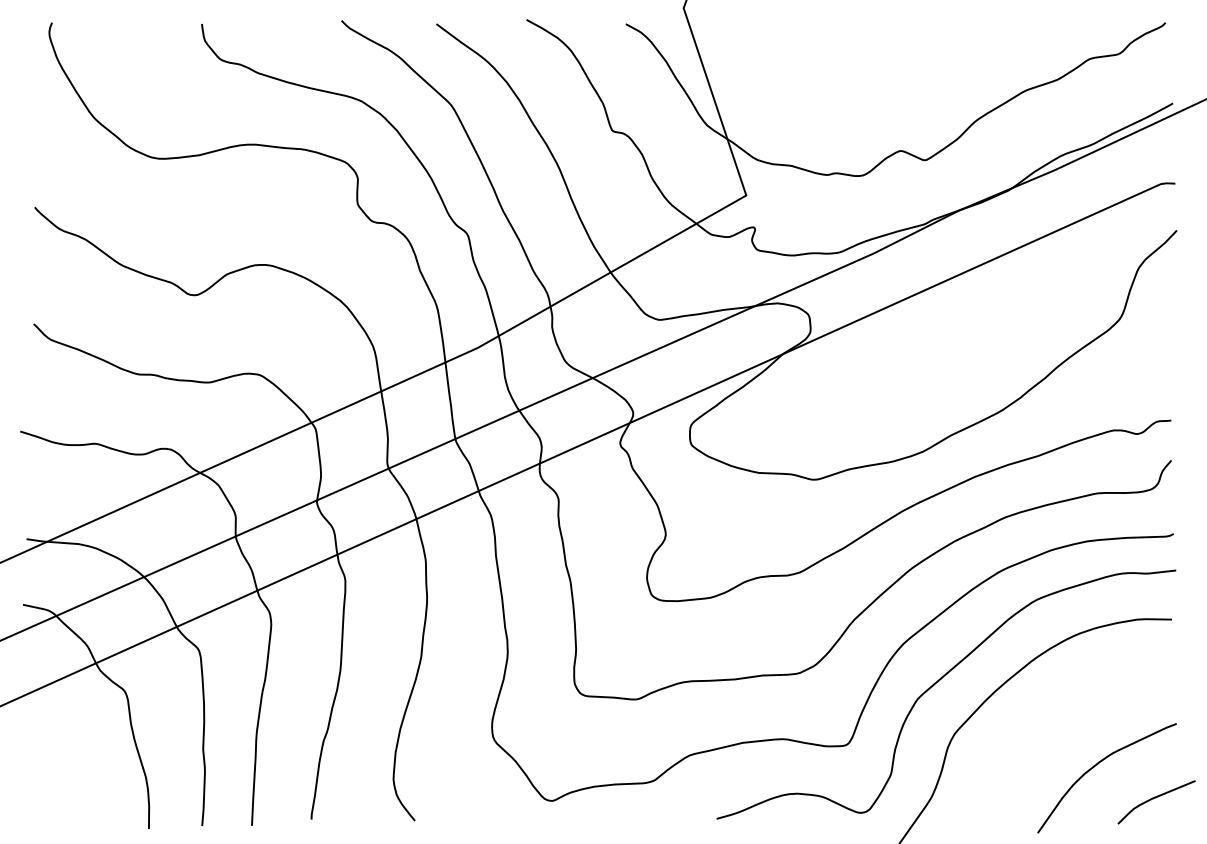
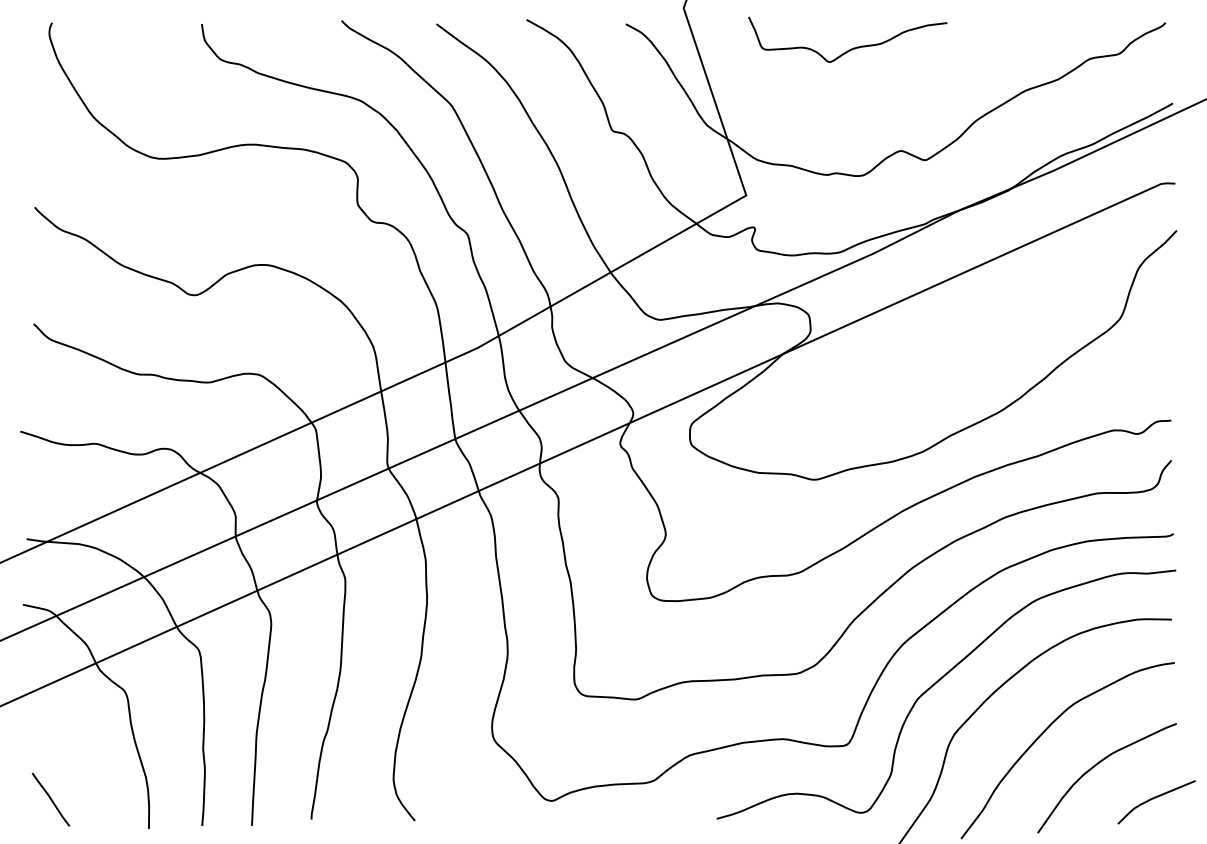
curve at (851, 48): none -> present
curve at (1047, 729): none -> present
line at (50, 799): none -> present
